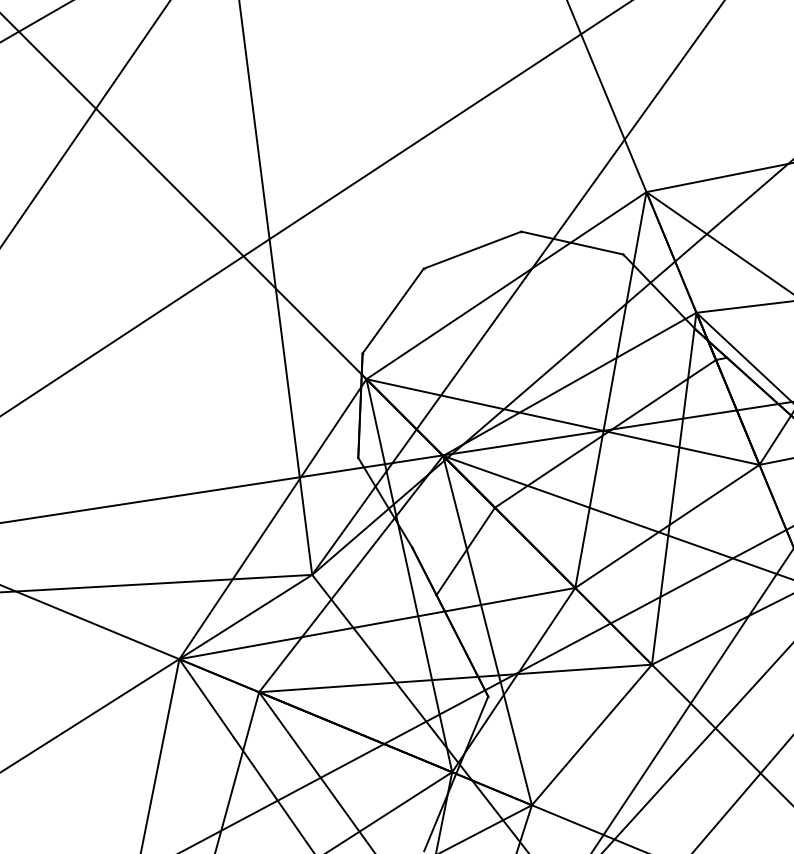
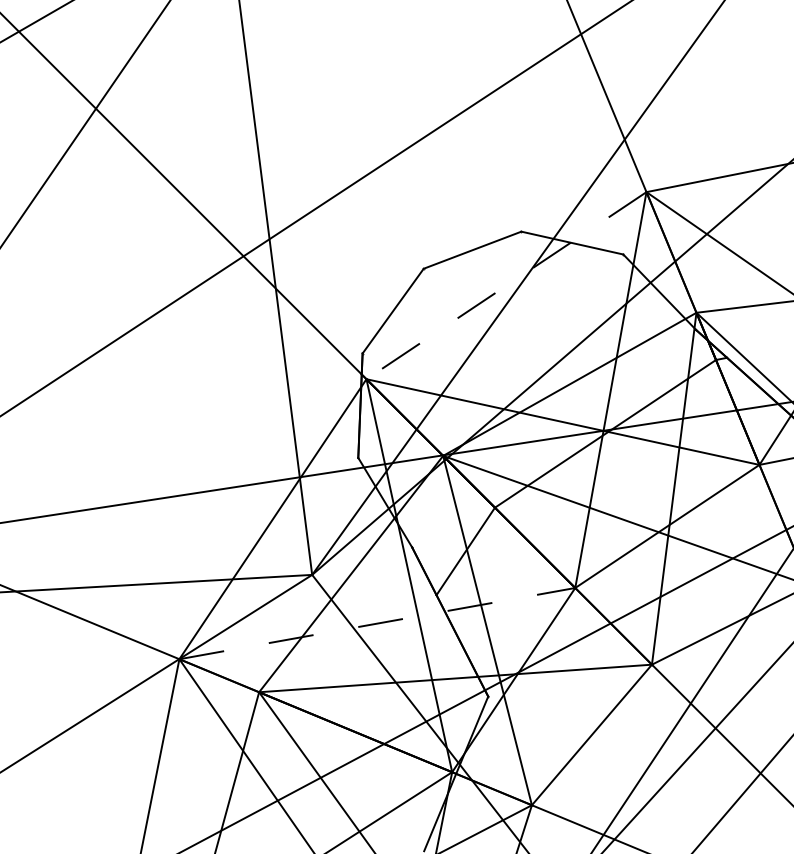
line at (506, 285): solid -> dashed
line at (377, 623): solid -> dashed
